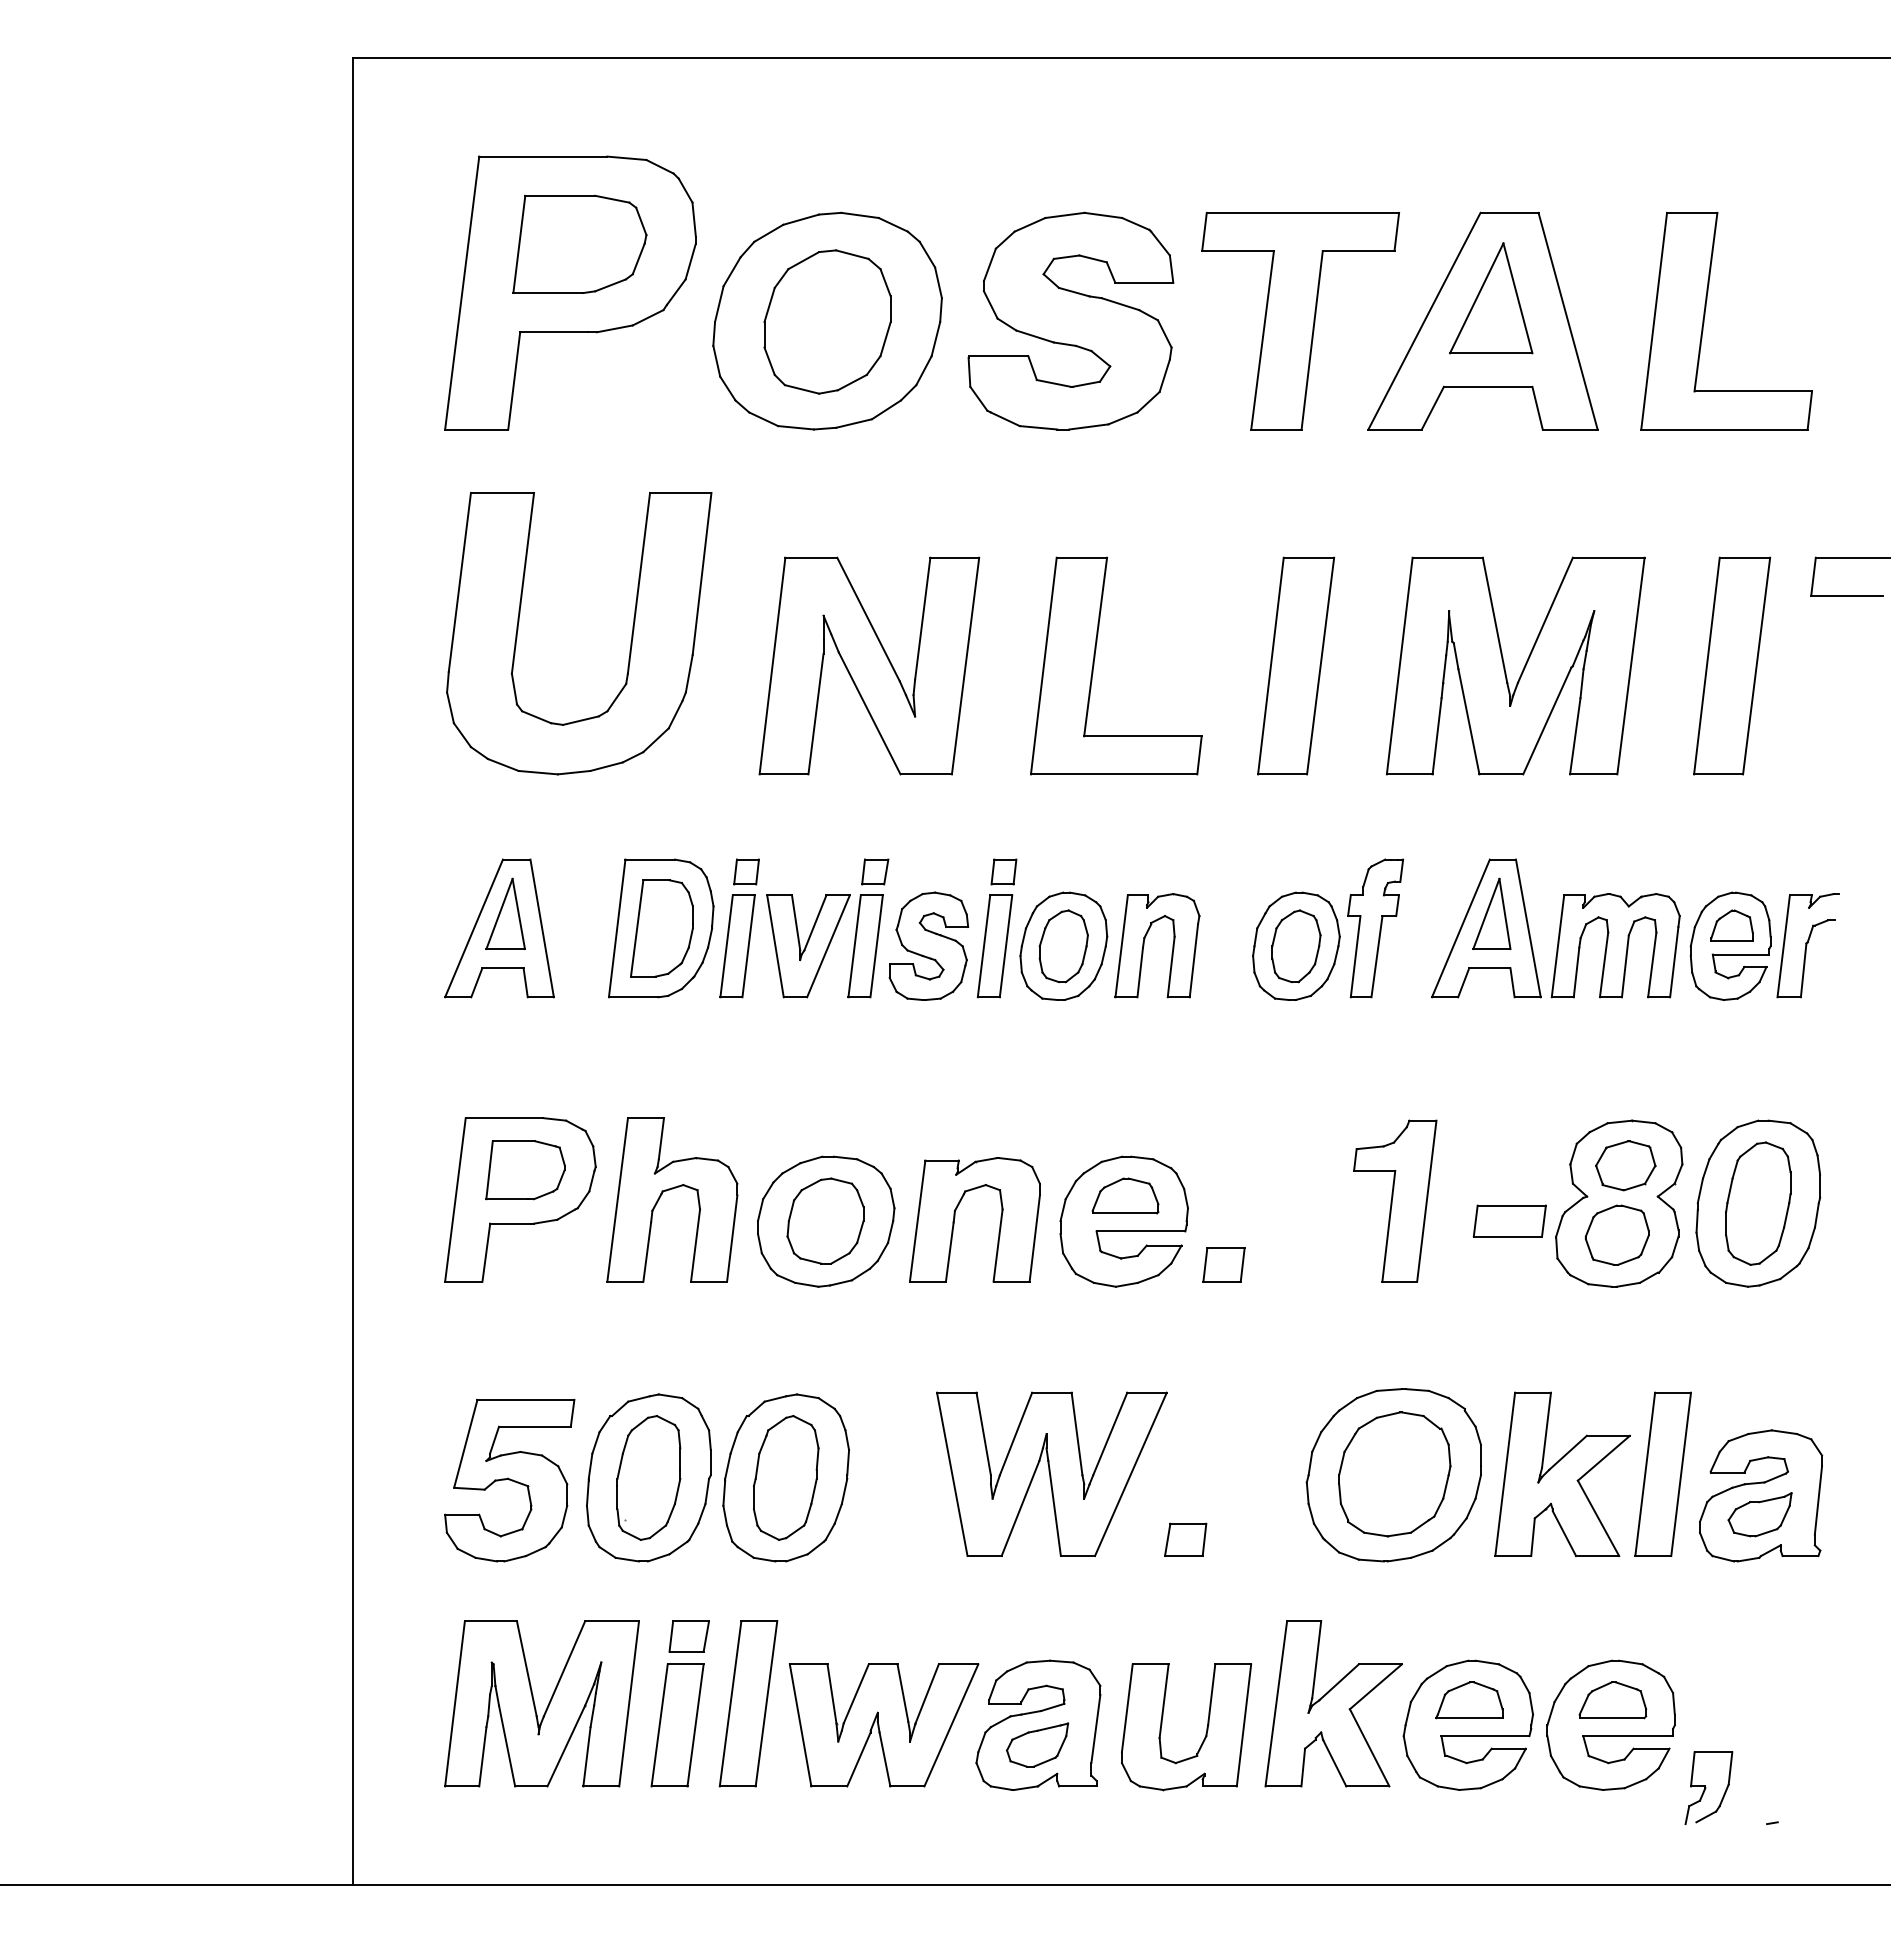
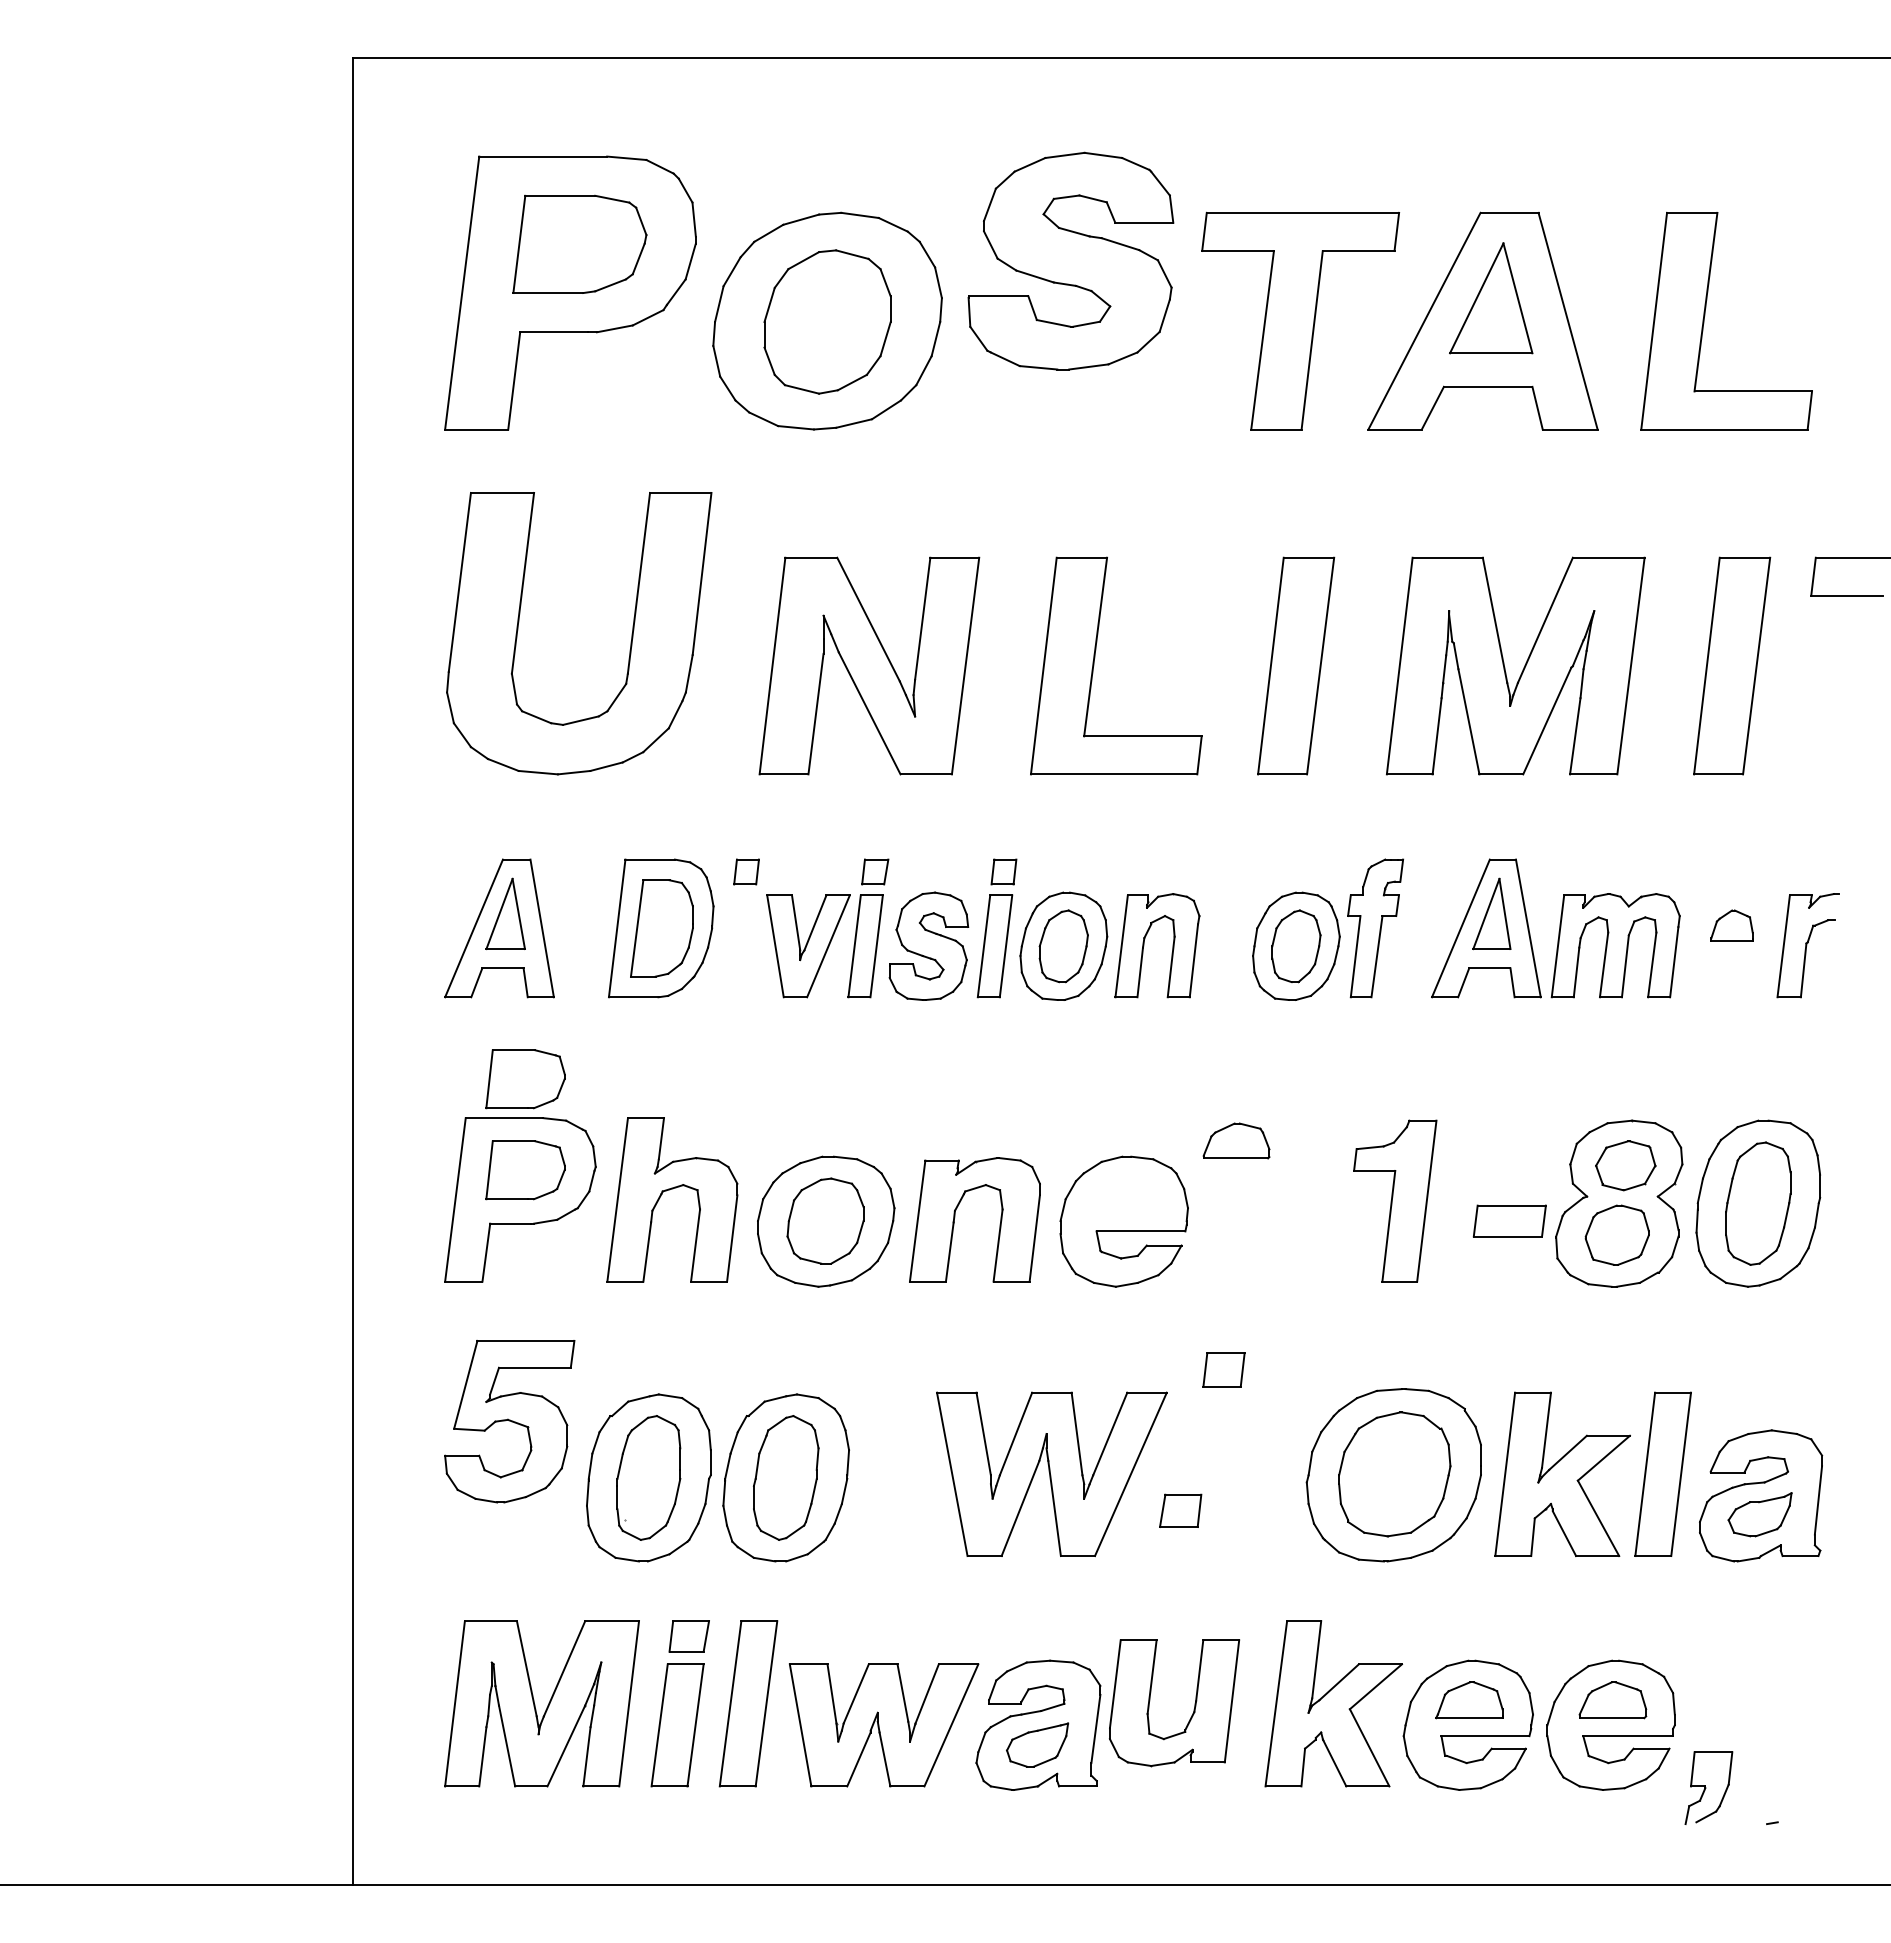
part at (1070, 320) position: (1070, 320) -> (1070, 260)
part at (1730, 945): present -> none
part at (737, 946): present -> none
part at (525, 1079): none -> present
part at (1125, 1195) position: (1125, 1195) -> (1236, 1140)
part at (1223, 1264) position: (1223, 1264) -> (1223, 1369)
part at (509, 1480) position: (509, 1480) -> (509, 1421)
part at (1185, 1539) position: (1185, 1539) -> (1180, 1510)
part at (1205, 1733) position: (1205, 1733) -> (1193, 1709)
